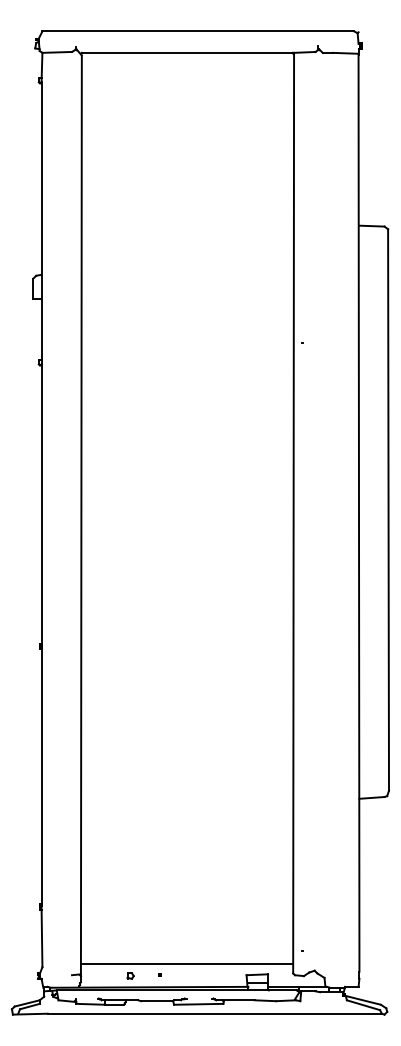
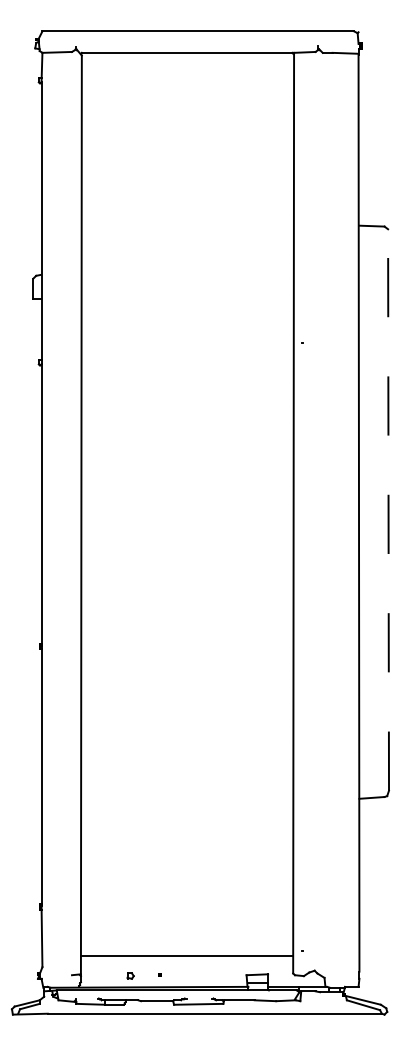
line at (388, 510): solid -> dashed
line at (186, 964) position: (186, 964) -> (186, 956)
